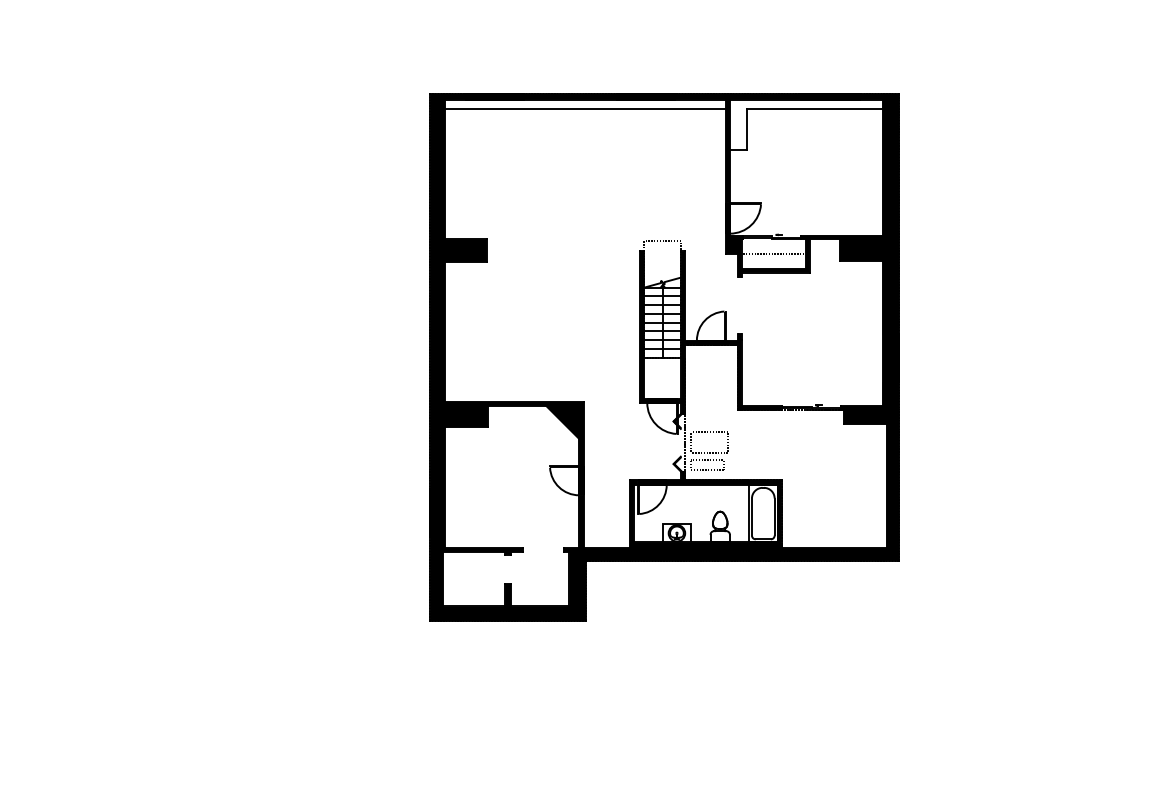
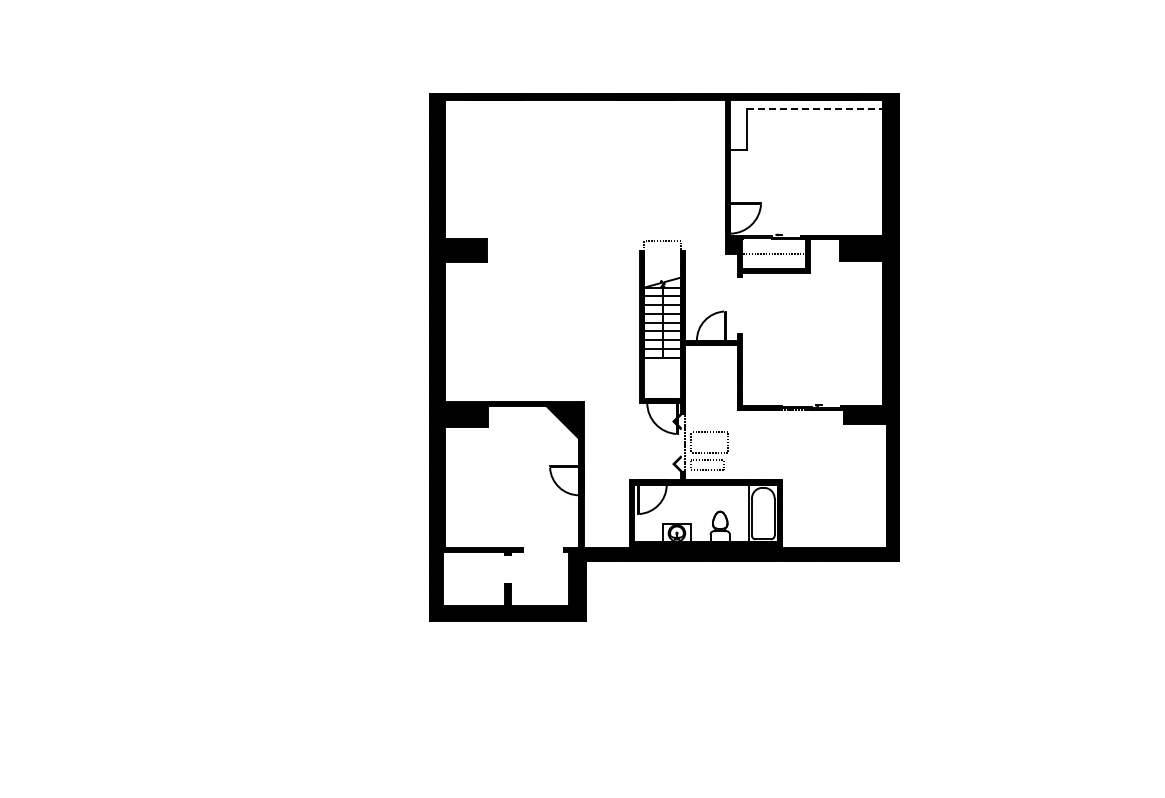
line at (585, 109): present -> none
line at (815, 109): solid -> dashed
